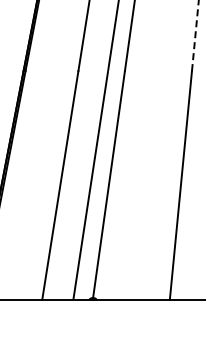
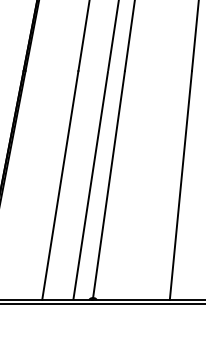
line at (195, 35): dashed -> solid
line at (102, 304): none -> present
